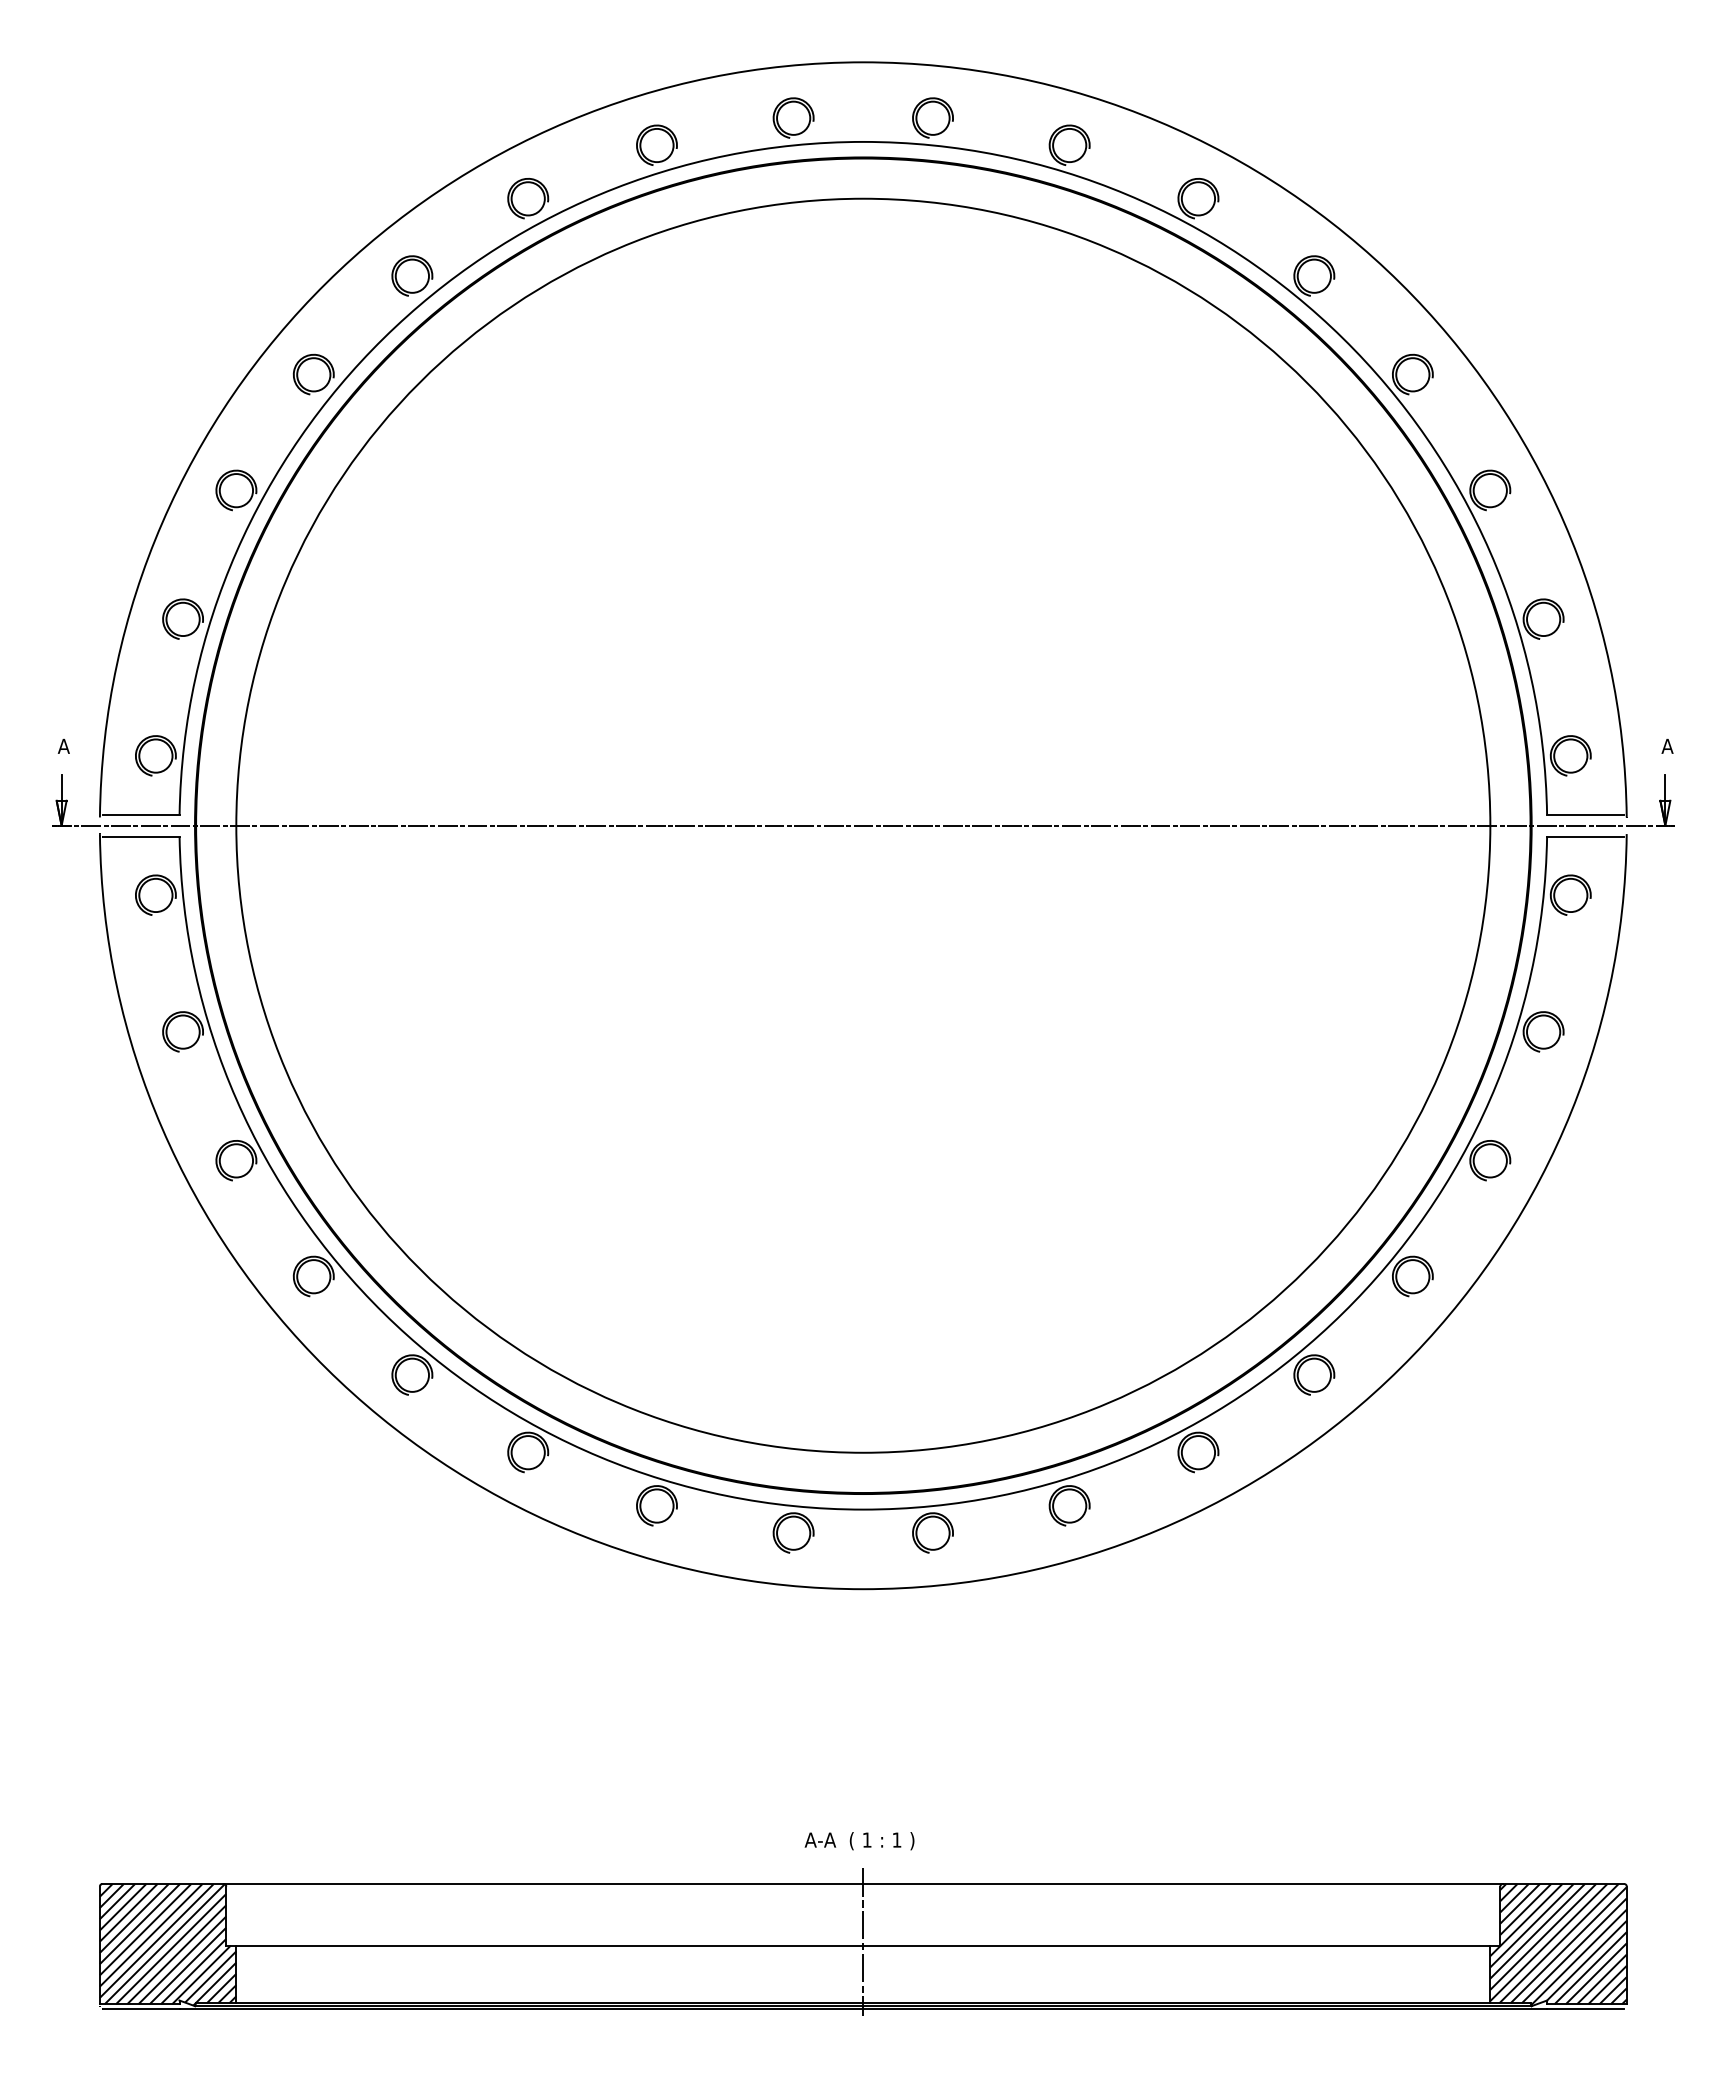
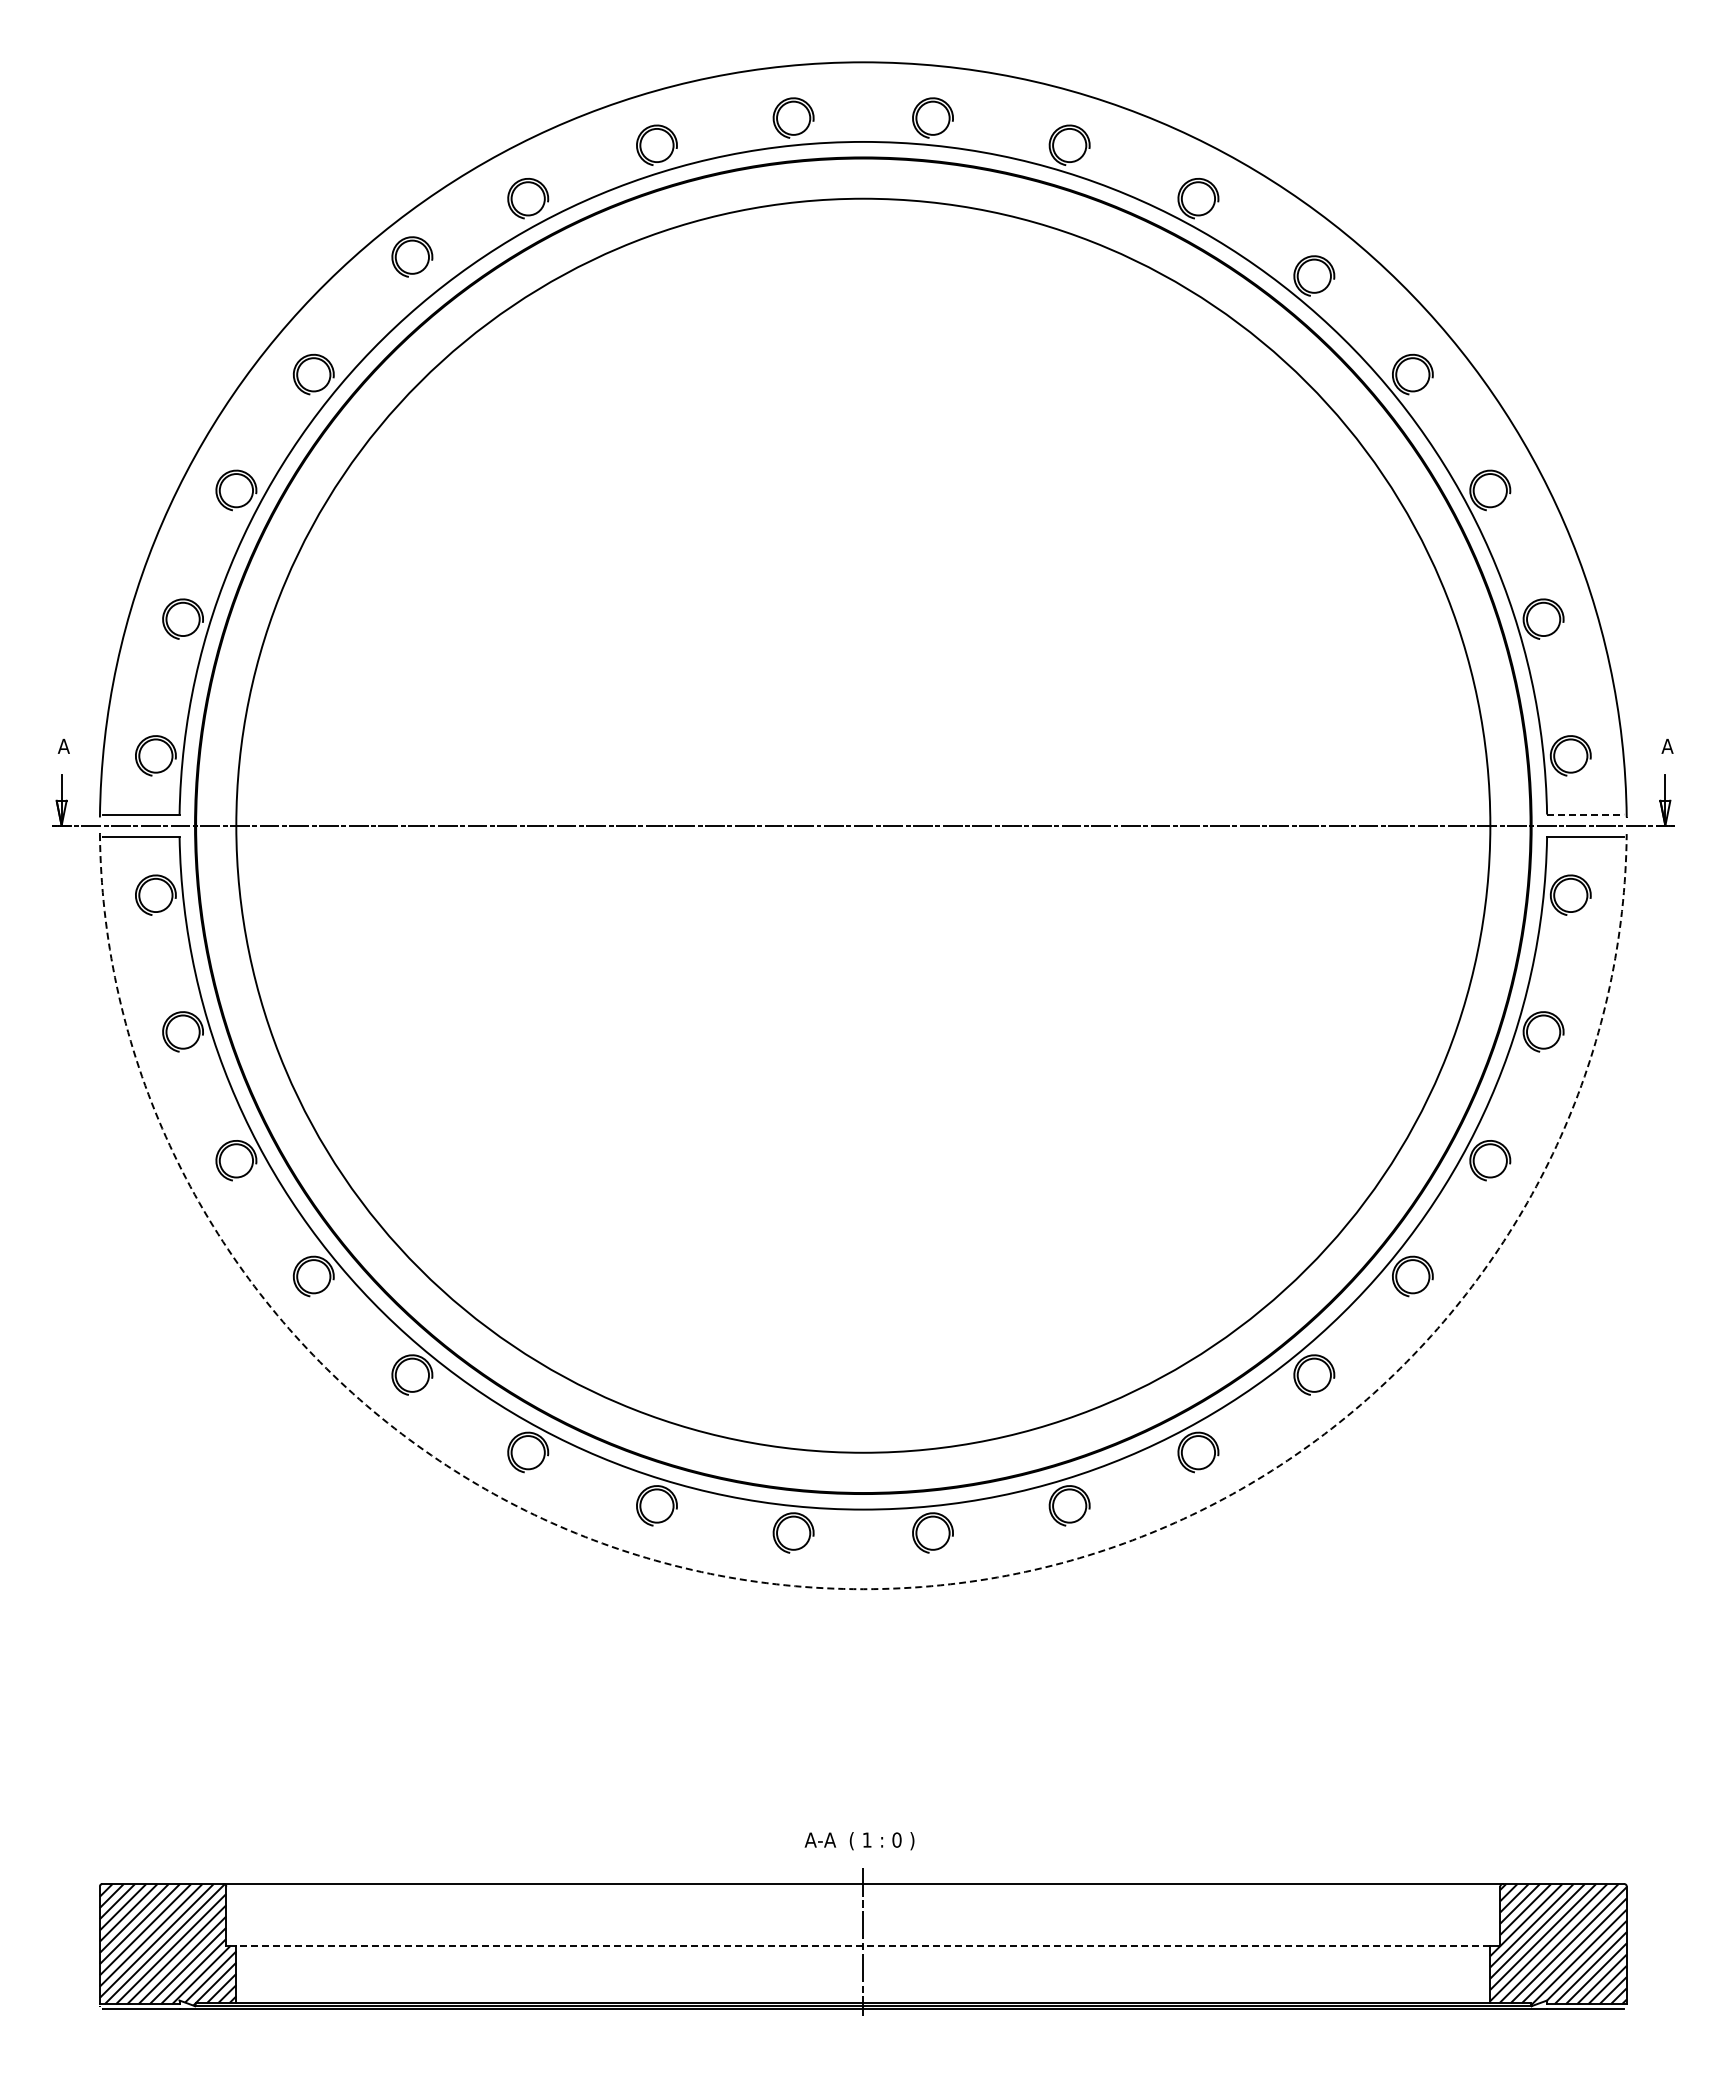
part at (412, 275) position: (412, 275) -> (412, 256)
line at (1585, 814): solid -> dashed
arc at (863, 1589): solid -> dashed
text at (896, 1839): 1 -> 0
line at (862, 1945): solid -> dashed
